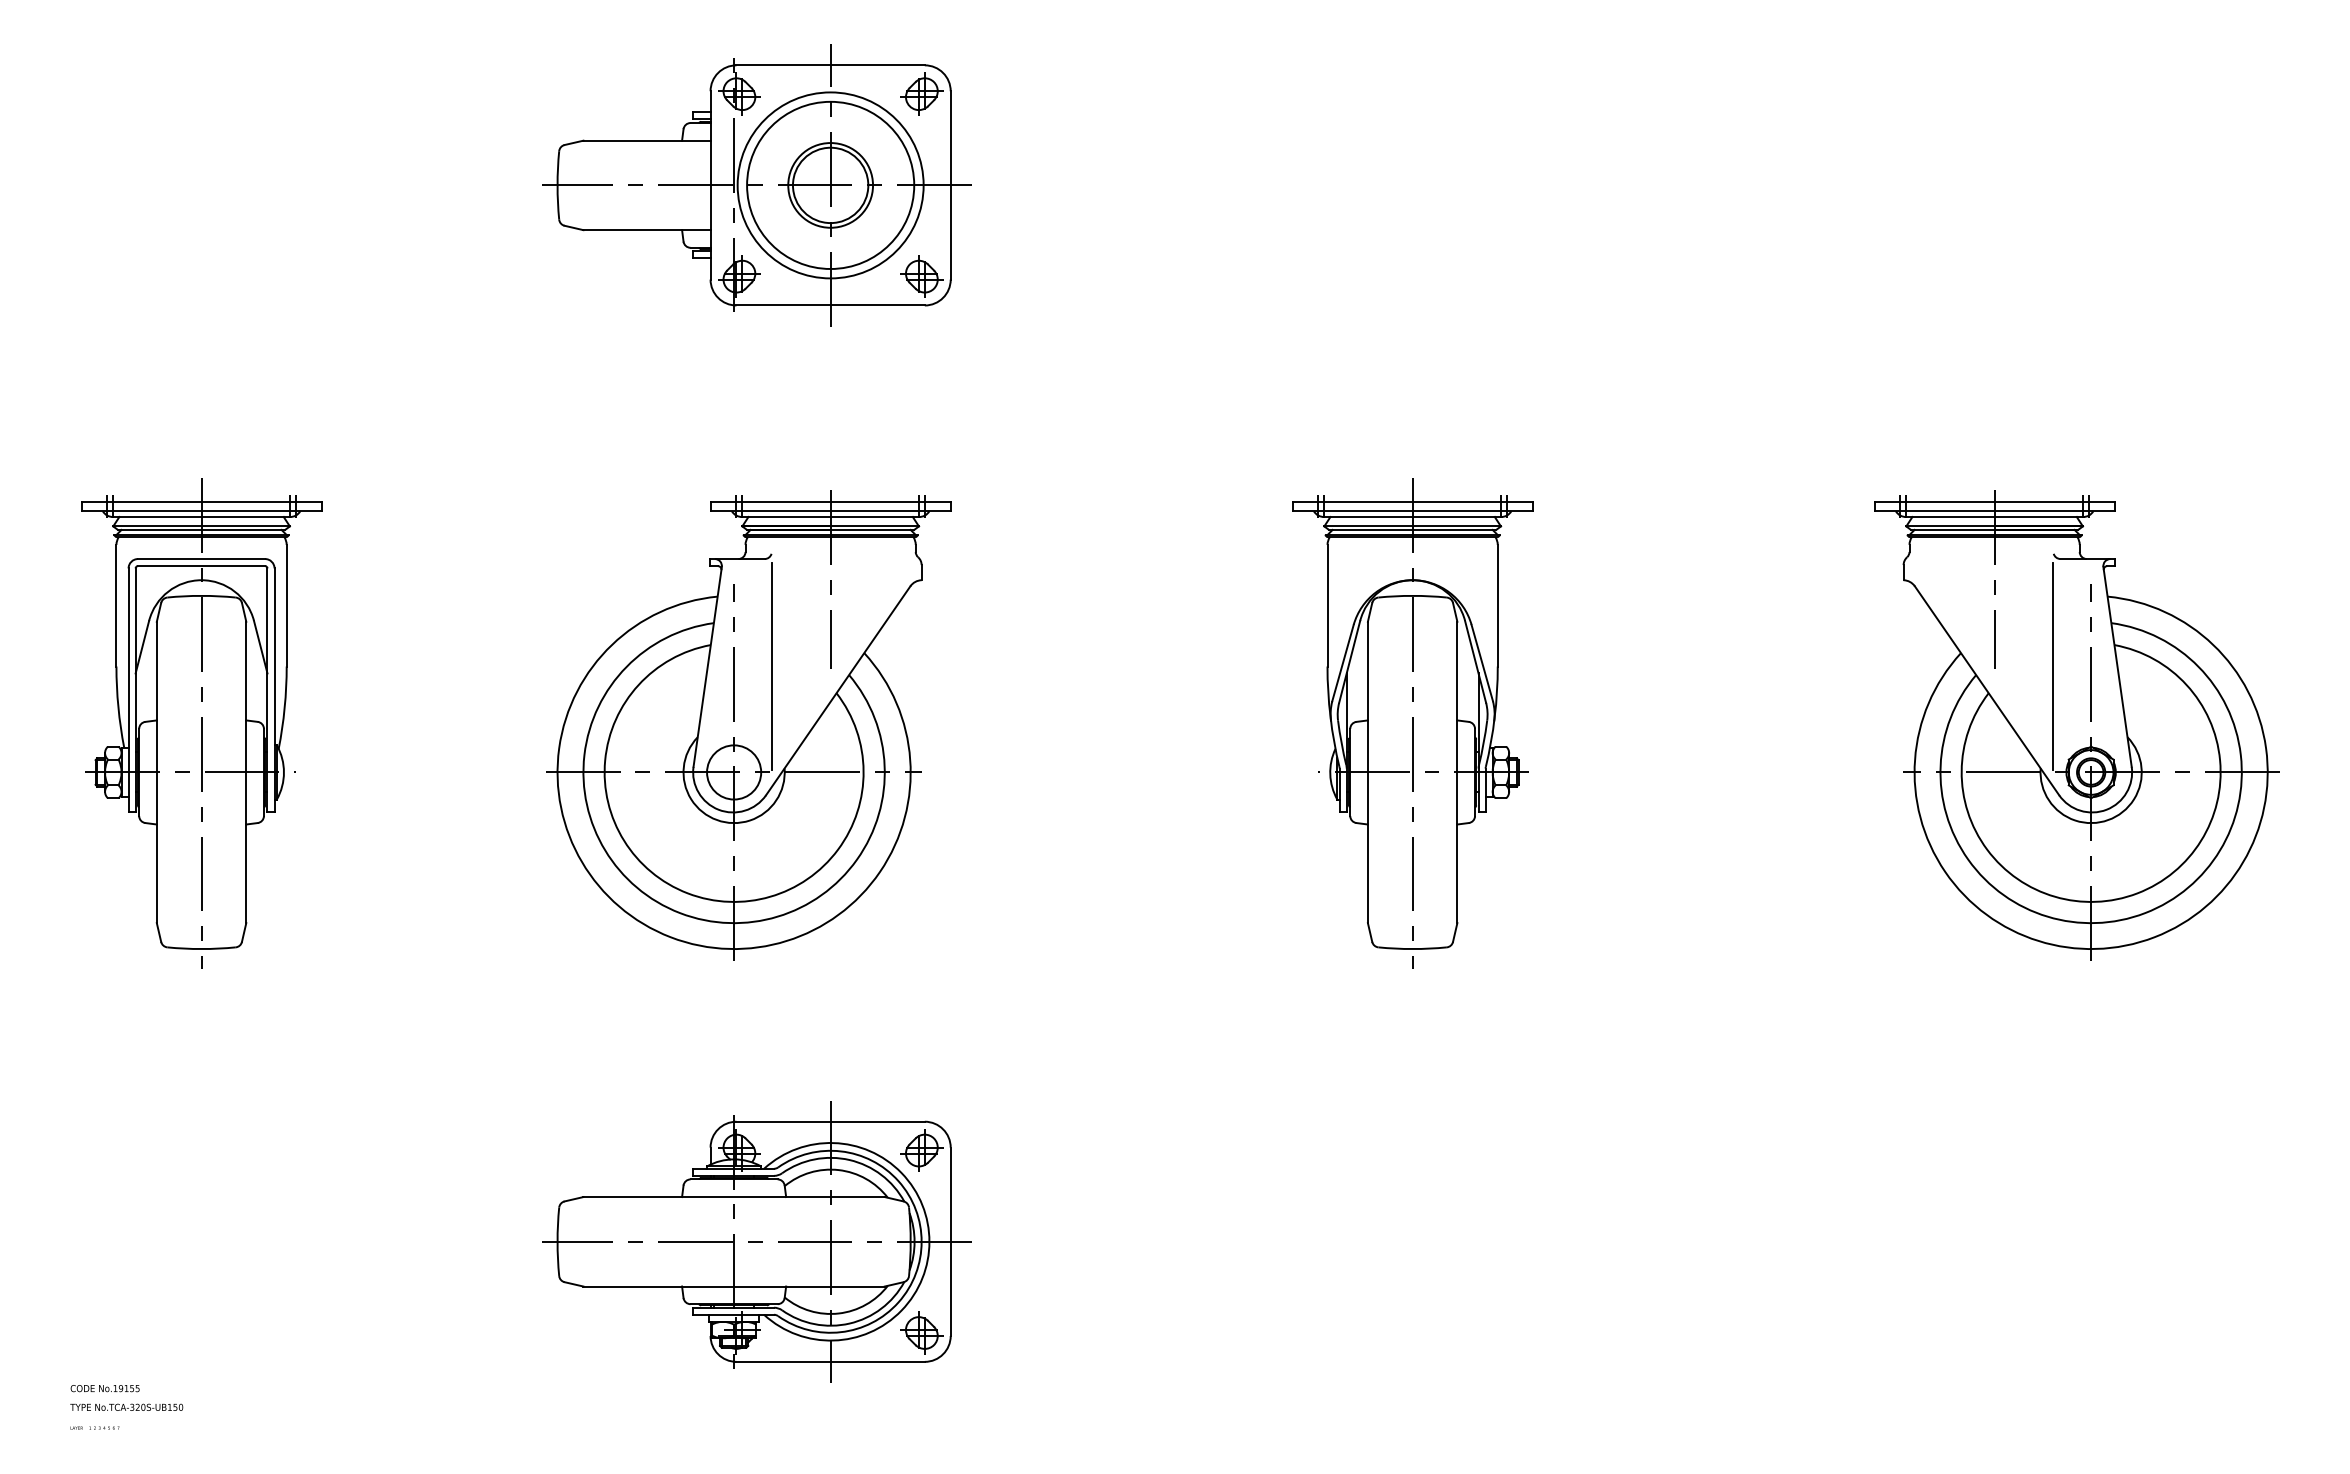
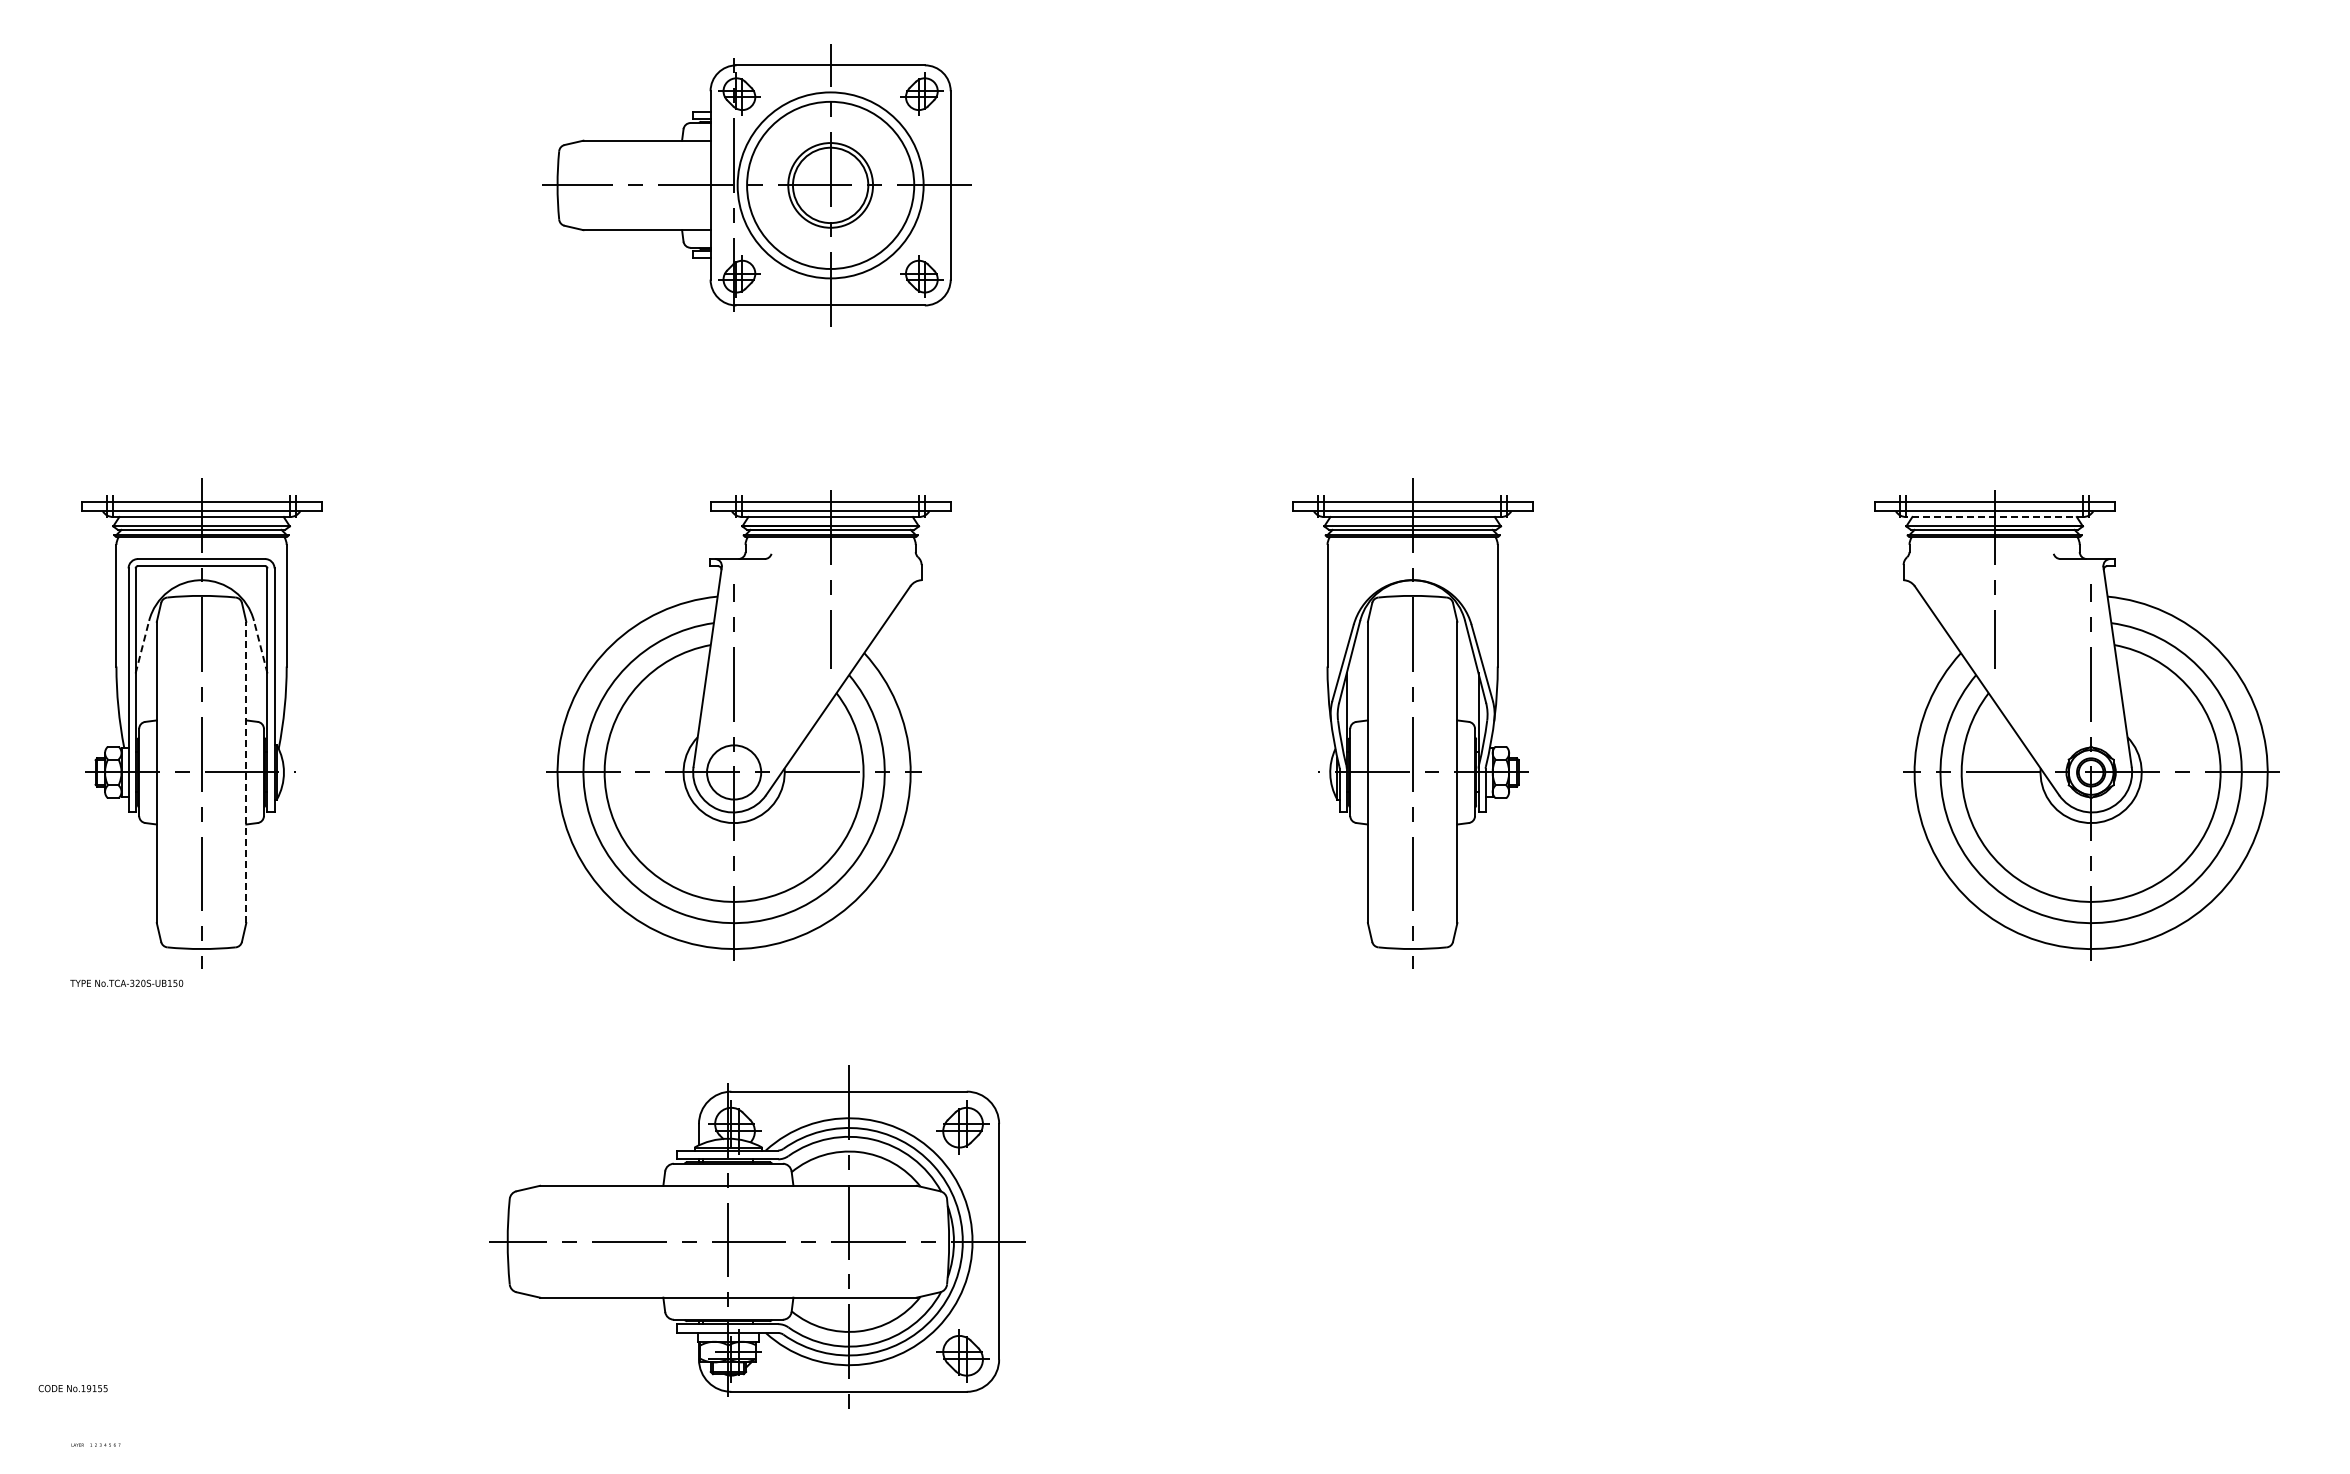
line at (1994, 517): solid -> dashed
line at (142, 646): solid -> dashed
line at (260, 646): solid -> dashed
line at (771, 666): present -> none
line at (2053, 666): present -> none
line at (246, 772): solid -> dashed
part at (756, 1241) size: 430x282 px -> 537x344 px
text at (104, 1388) position: (104, 1388) -> (72, 1388)
text at (126, 1406) position: (126, 1406) -> (126, 982)
text at (94, 1427) position: (94, 1427) -> (95, 1444)
